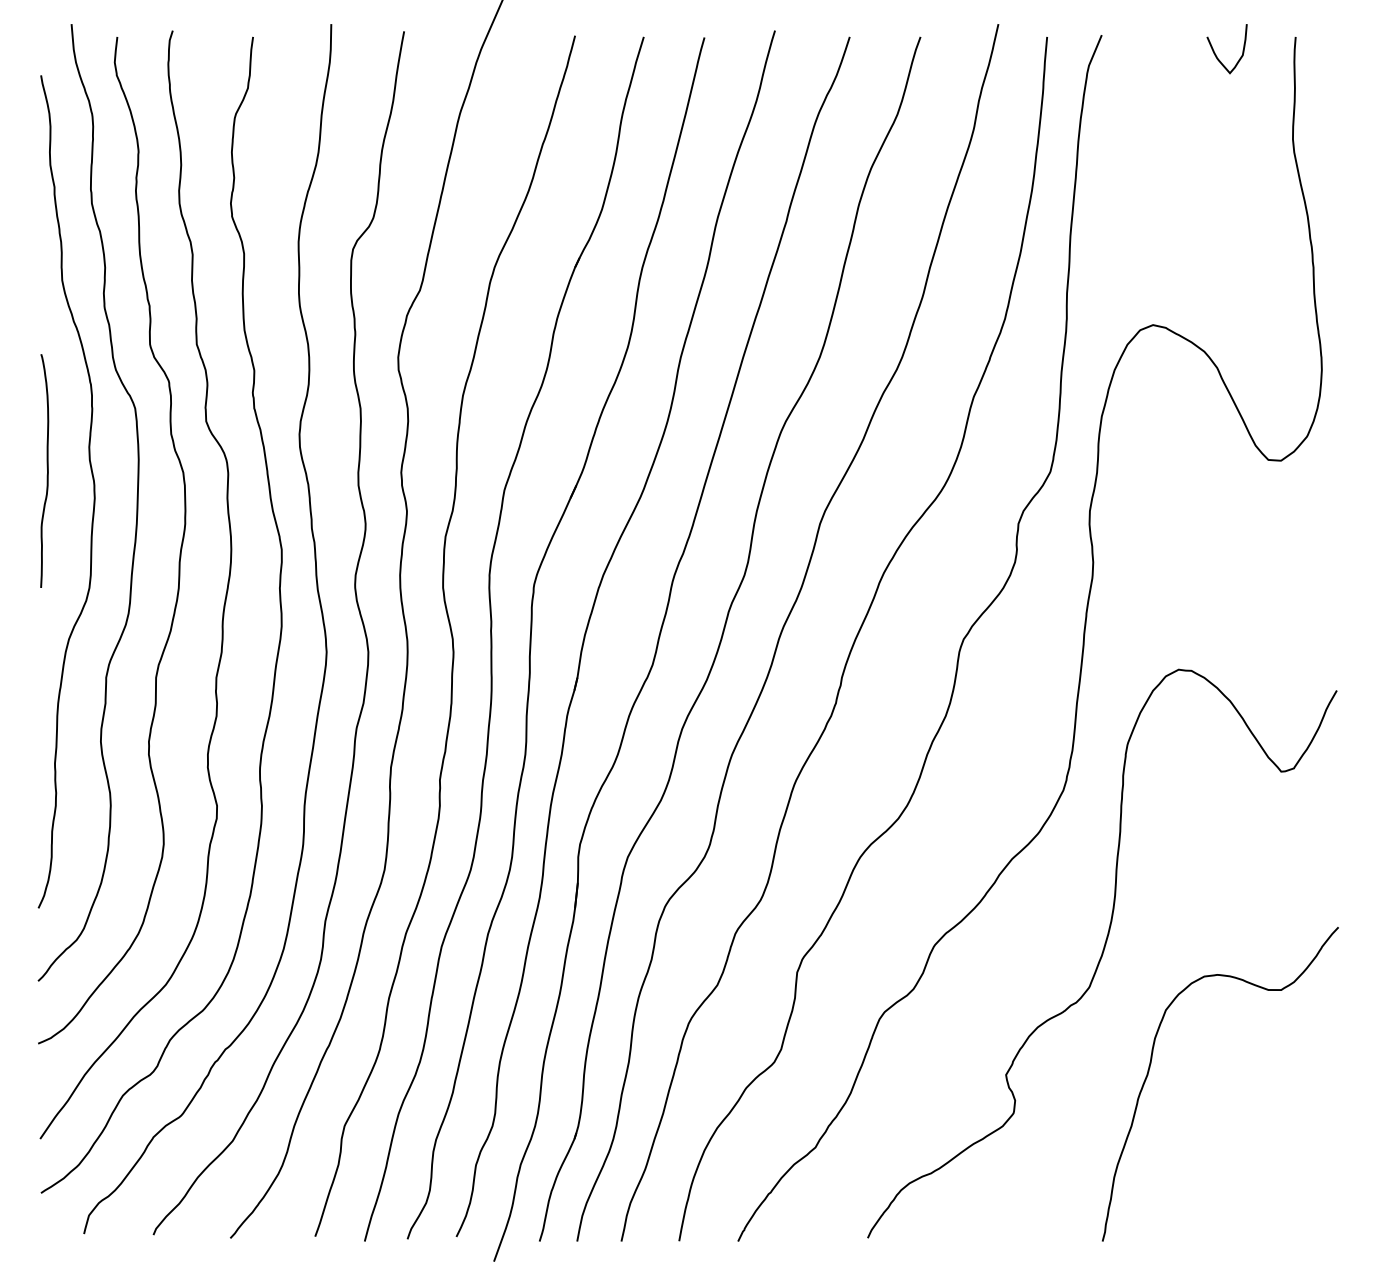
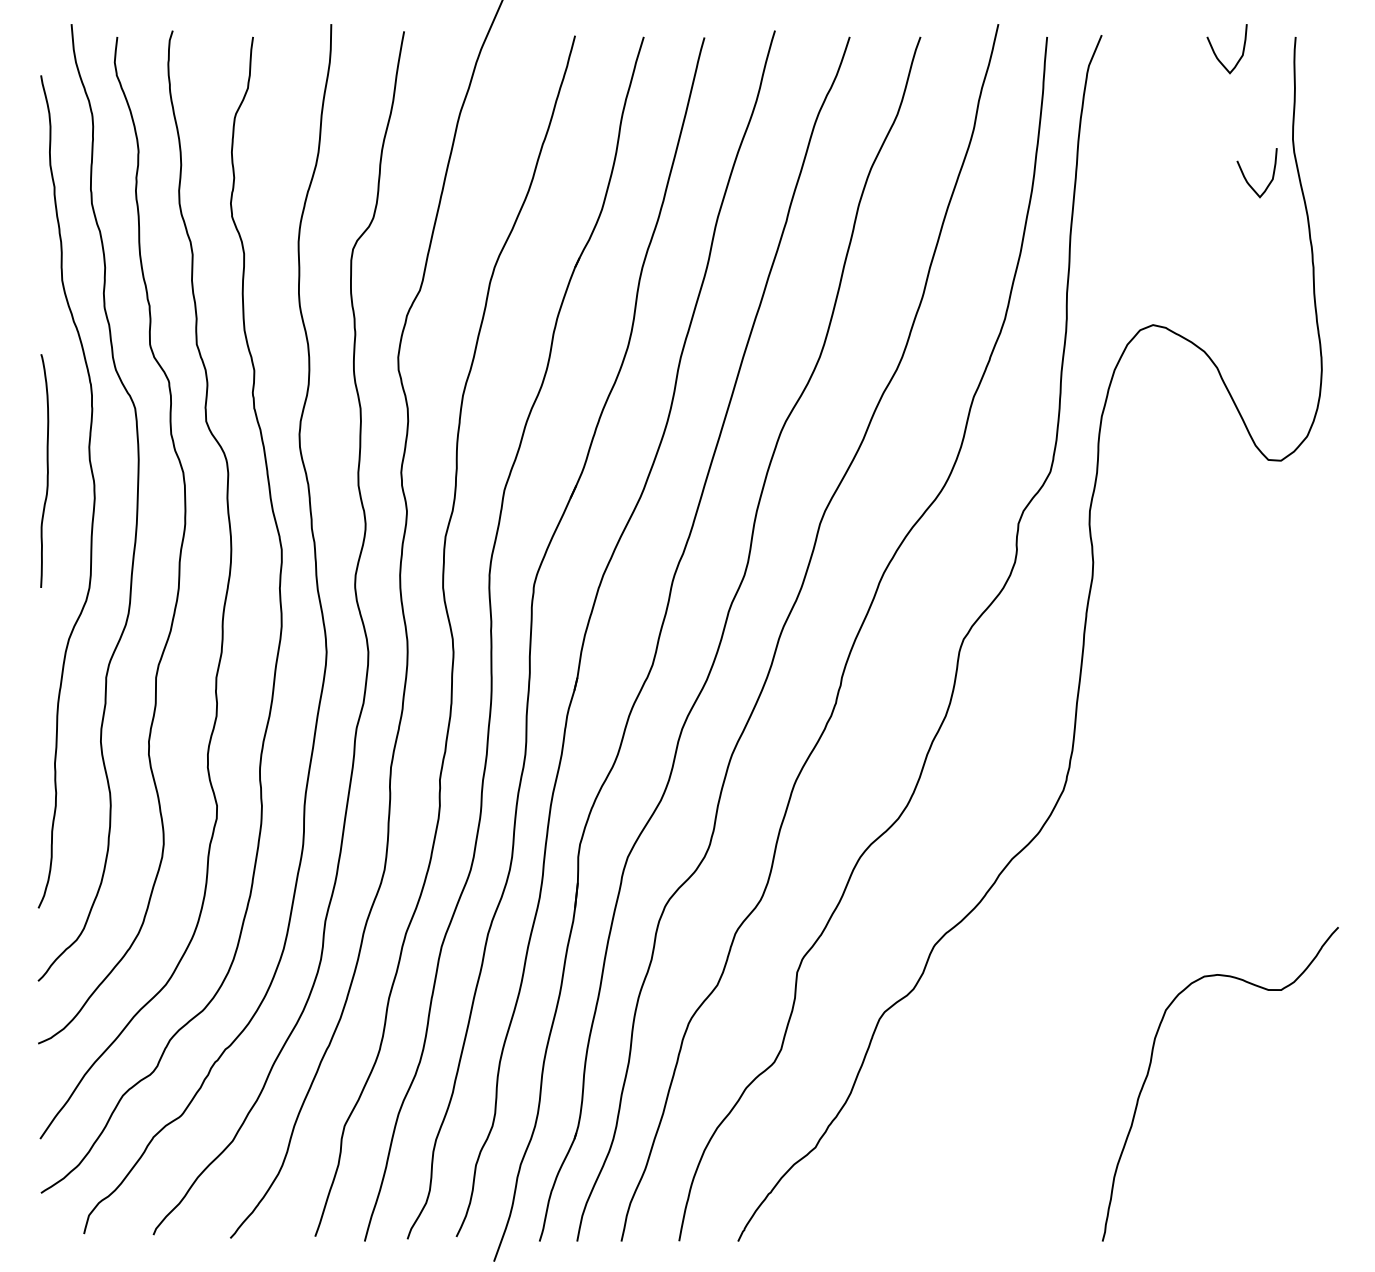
curve at (1246, 178): none -> present
curve at (1102, 953): present -> none
